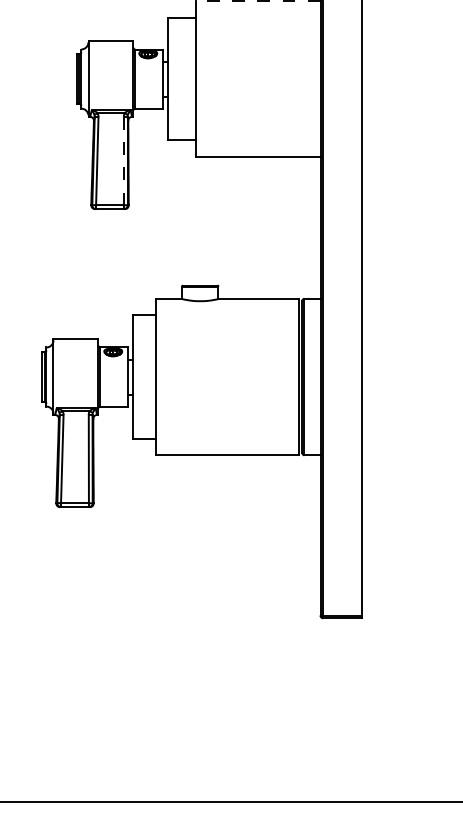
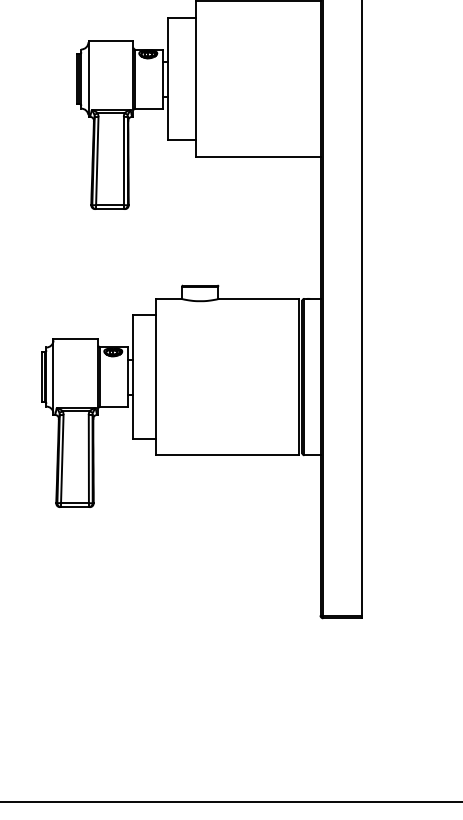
line at (257, 0): dashed -> solid
line at (123, 161): dashed -> solid
